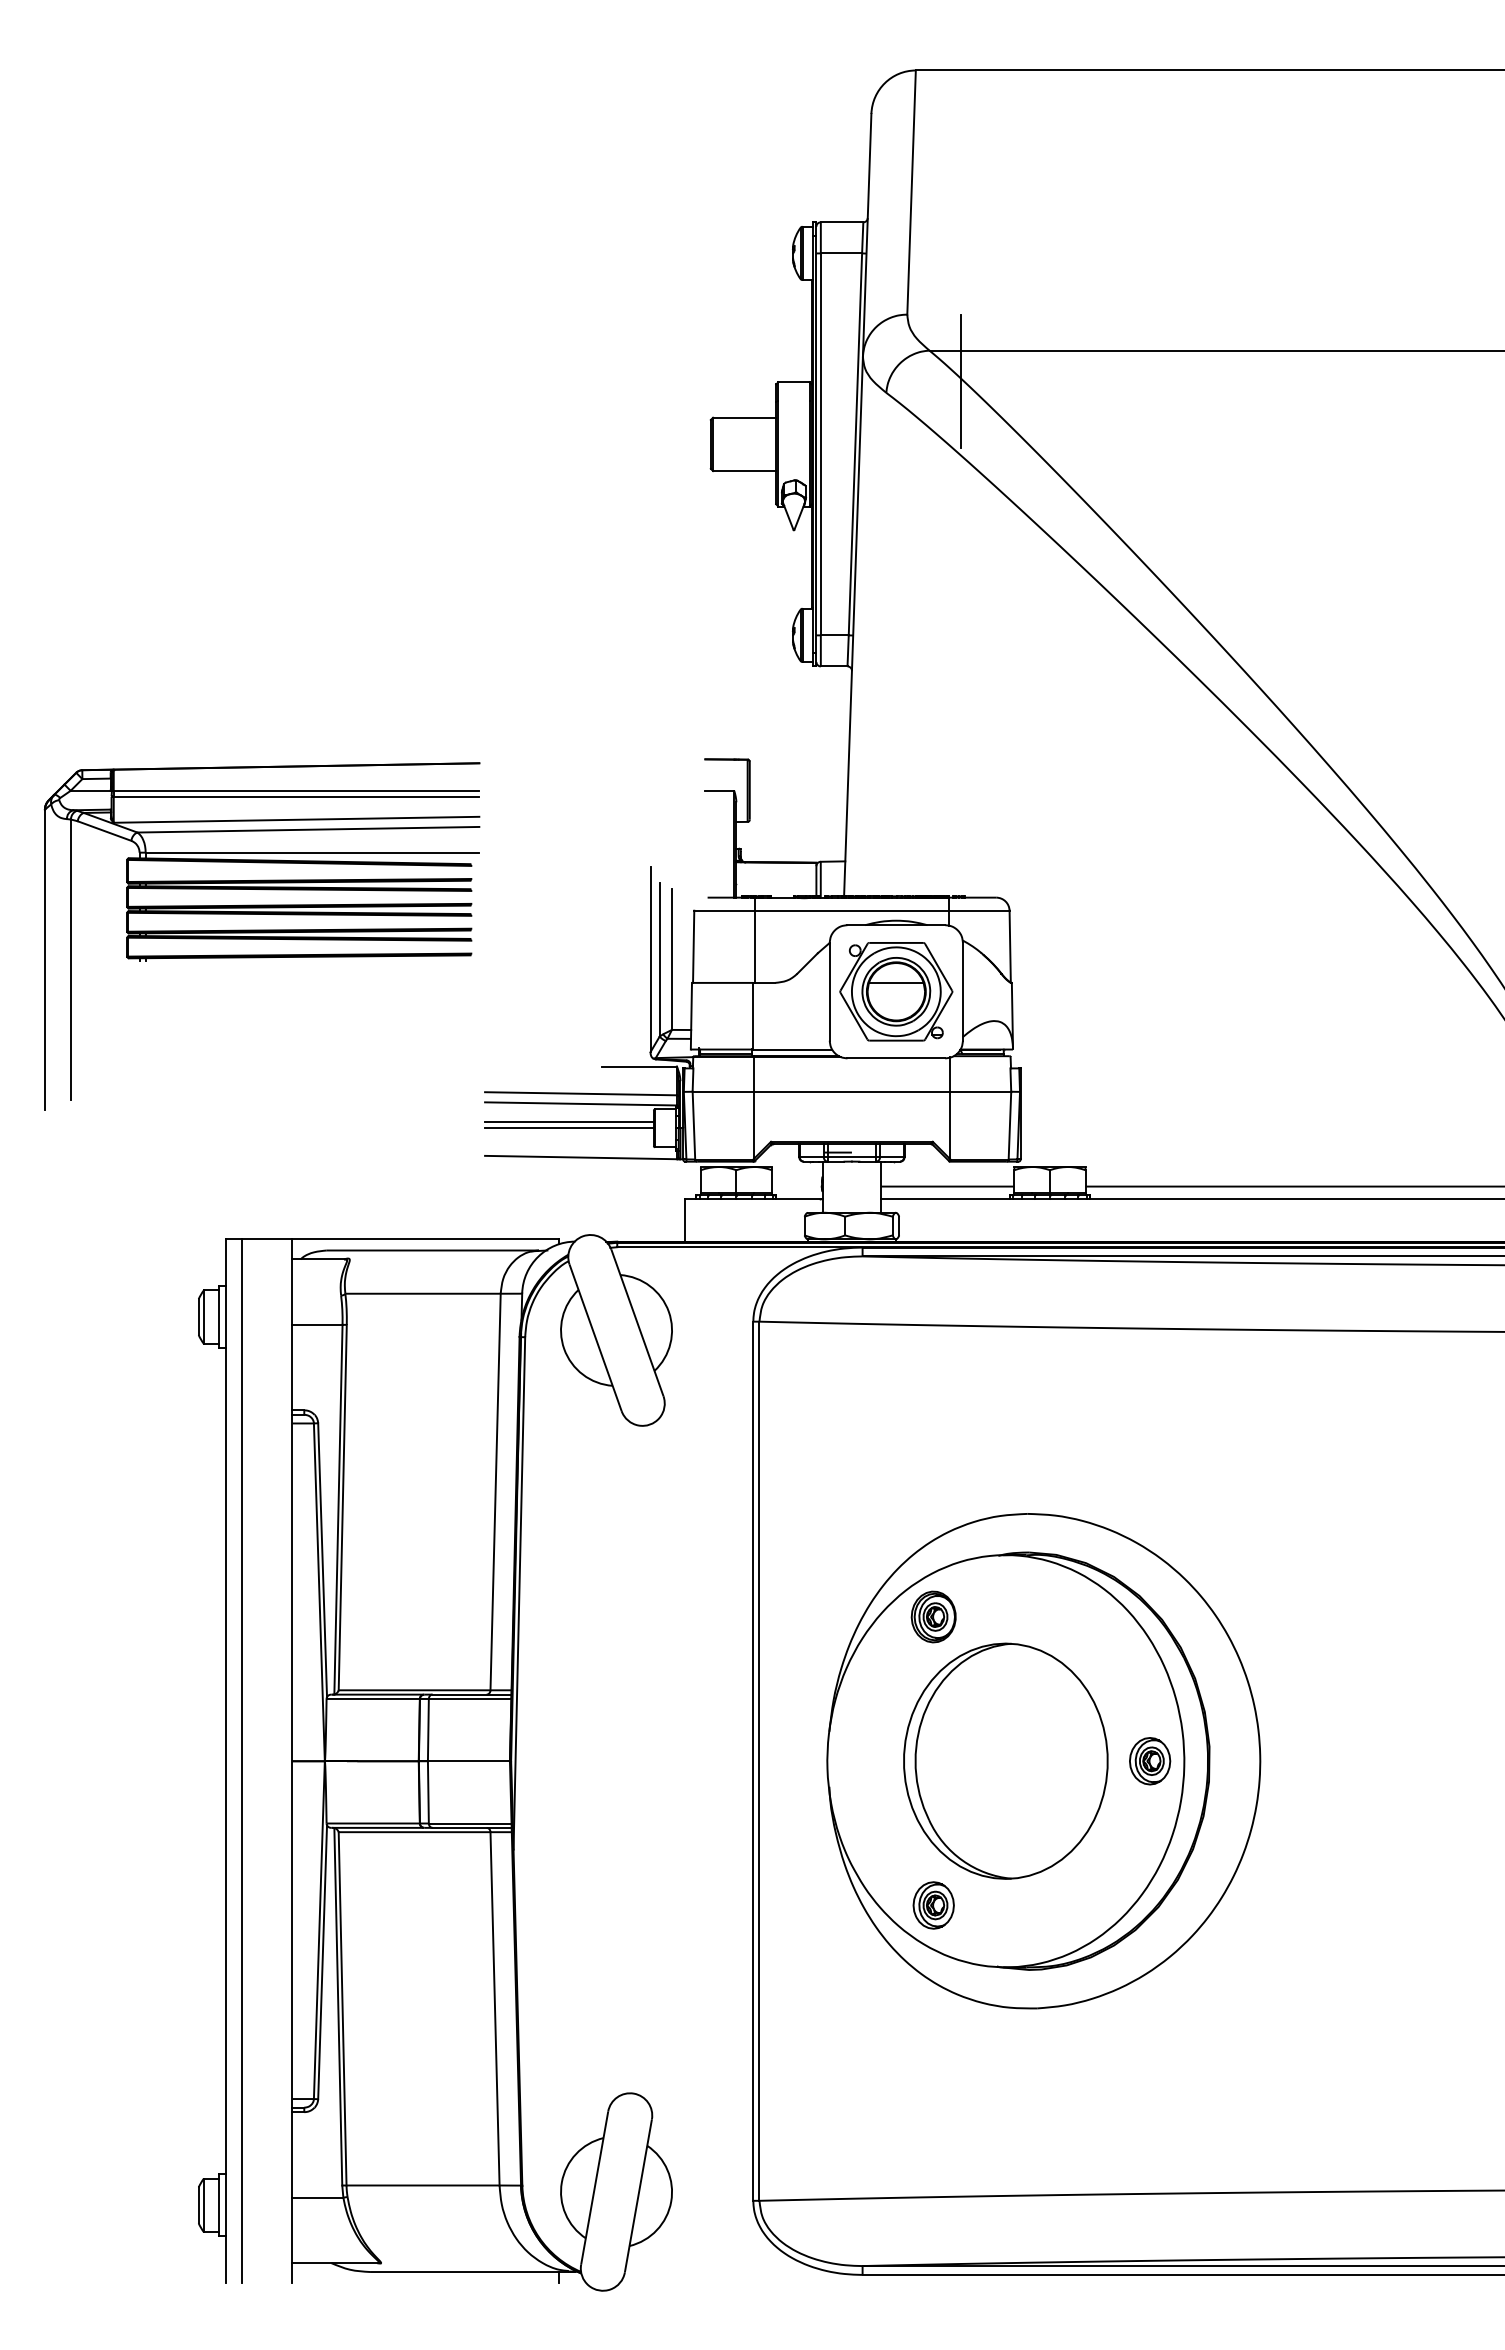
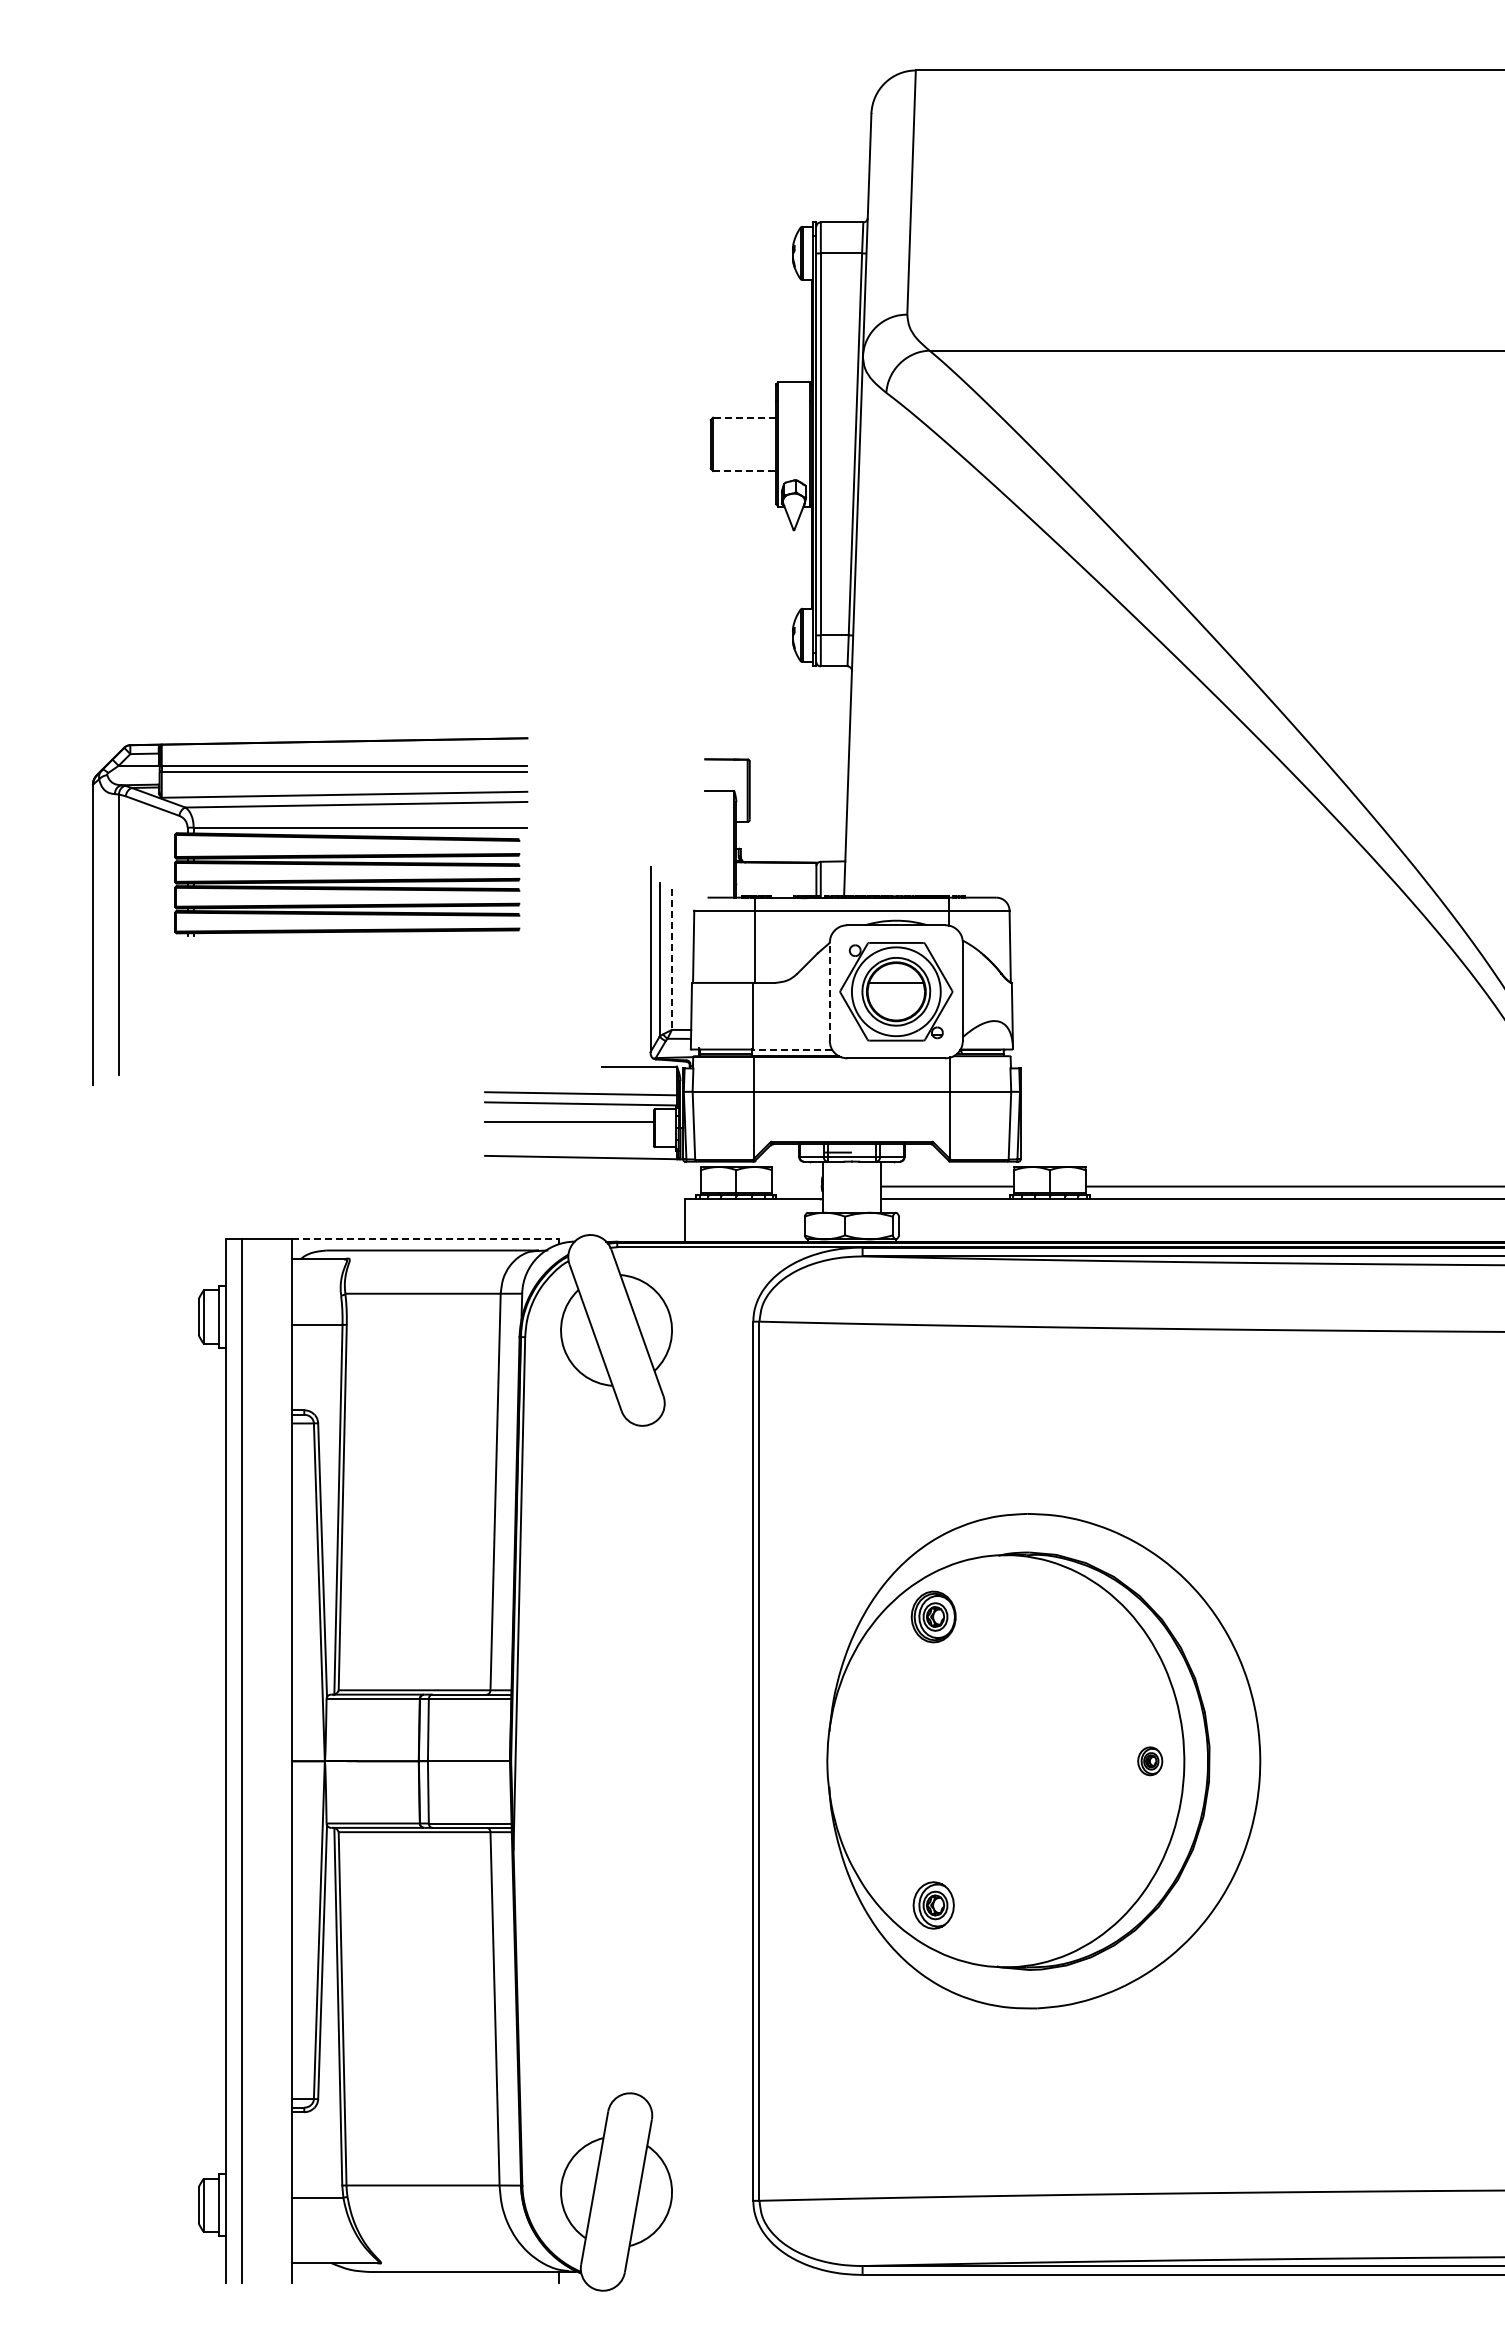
line at (960, 381): present -> none
line at (744, 417): solid -> dashed
line at (744, 471): solid -> dashed
part at (261, 936) position: (261, 936) -> (309, 911)
line at (671, 960): solid -> dashed
line at (829, 991): solid -> dashed
line at (792, 1049): solid -> dashed
line at (569, 1128): present -> none
line at (426, 1239): solid -> dashed
part at (1005, 1760): present -> none
part at (1150, 1761) size: 43x49 px -> 27x31 px
